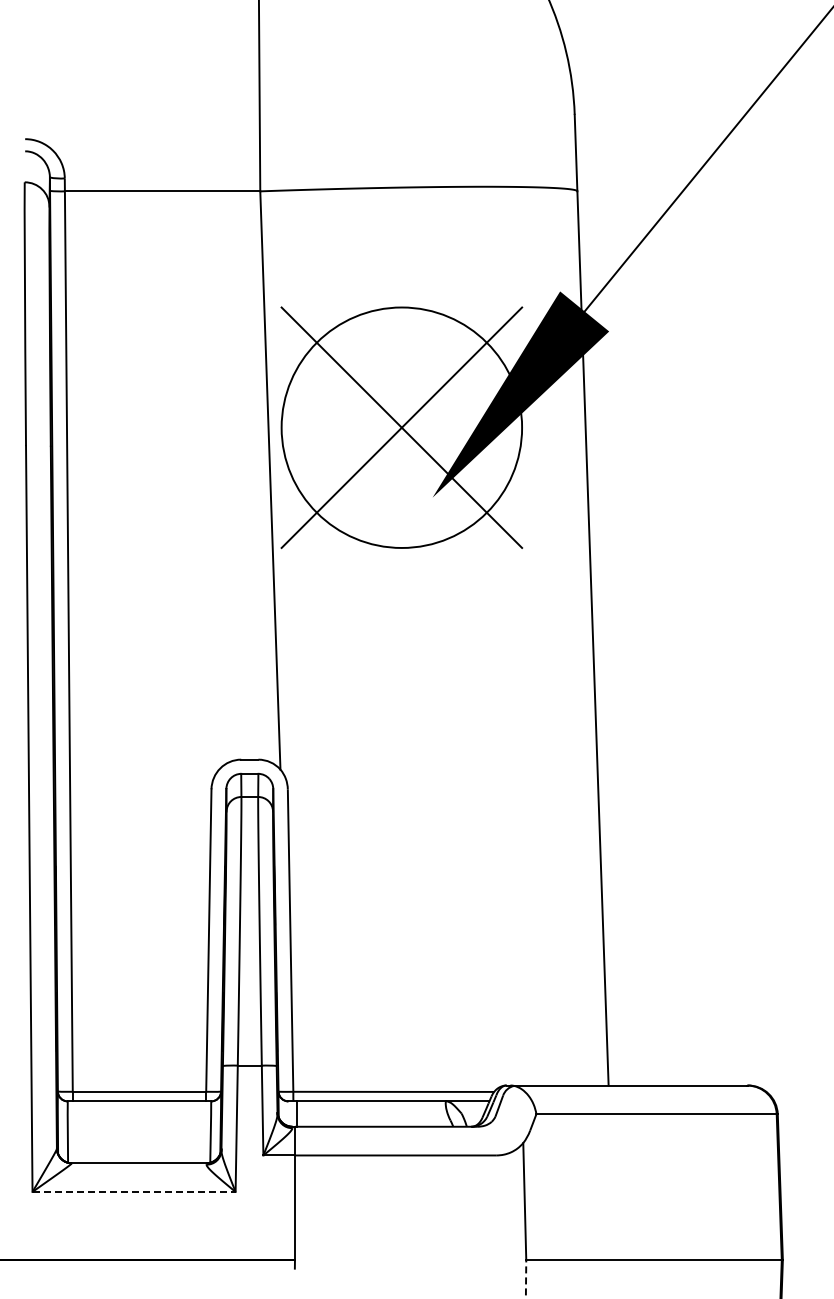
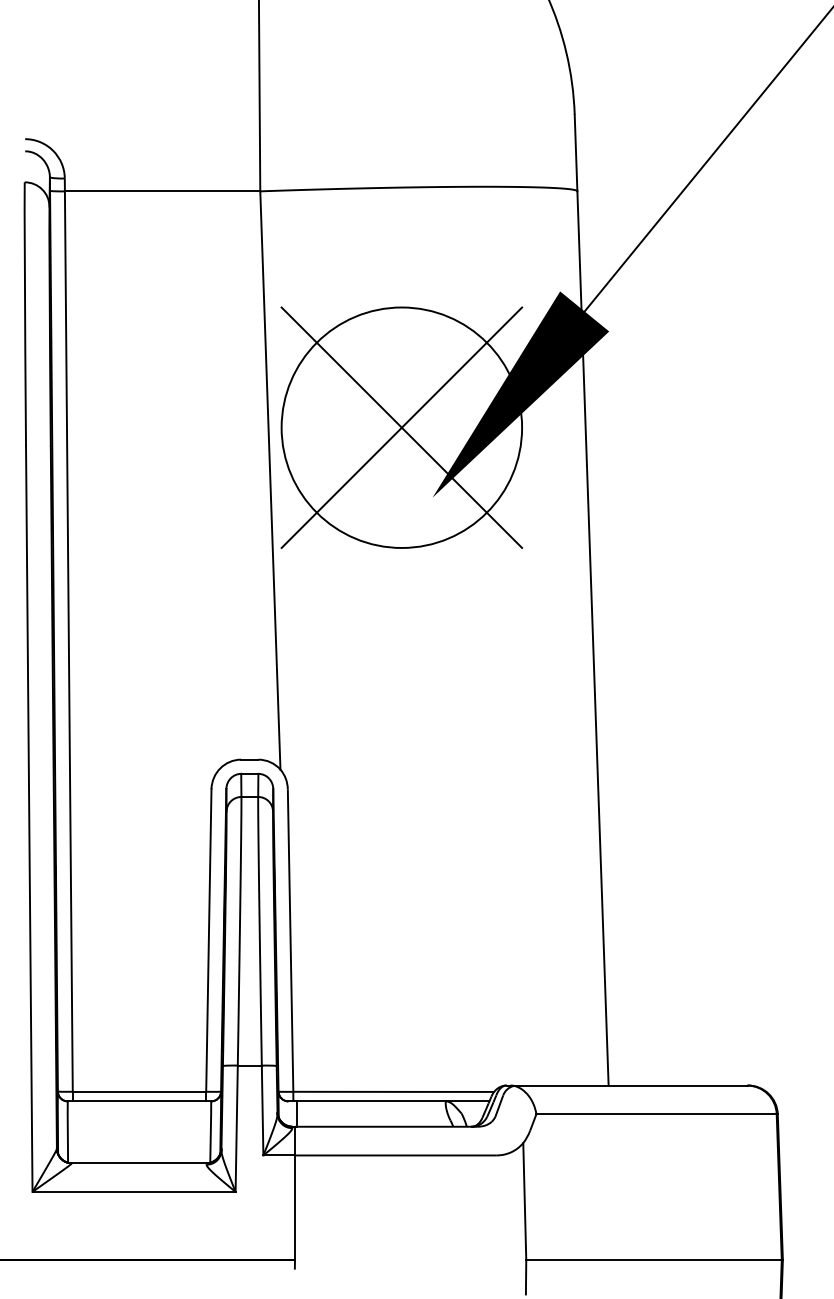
line at (134, 1191): dashed -> solid
line at (526, 1277): dashed -> solid
